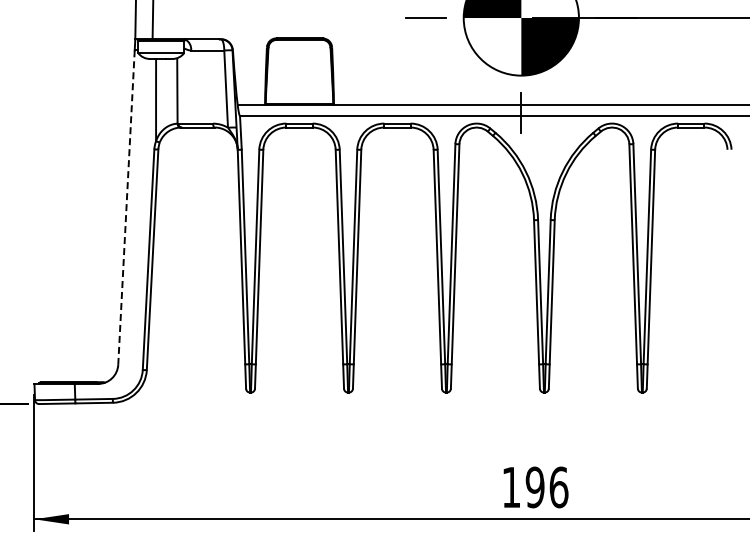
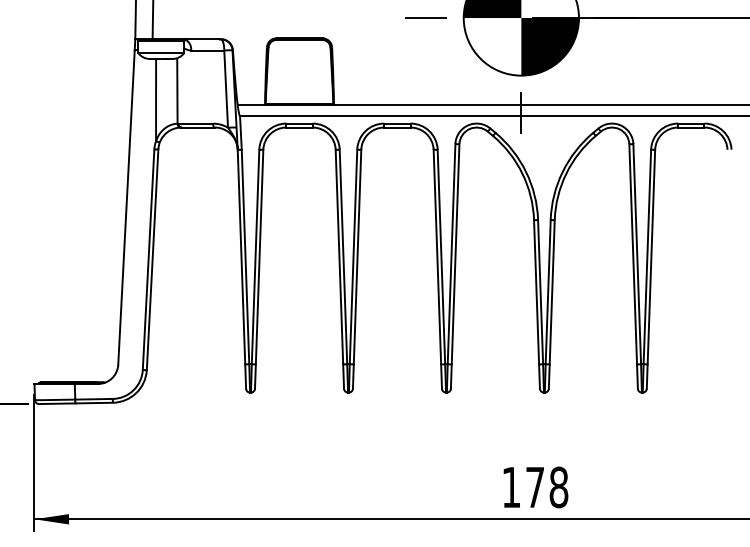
line at (126, 208): dashed -> solid
text at (546, 487): 196 -> 178
